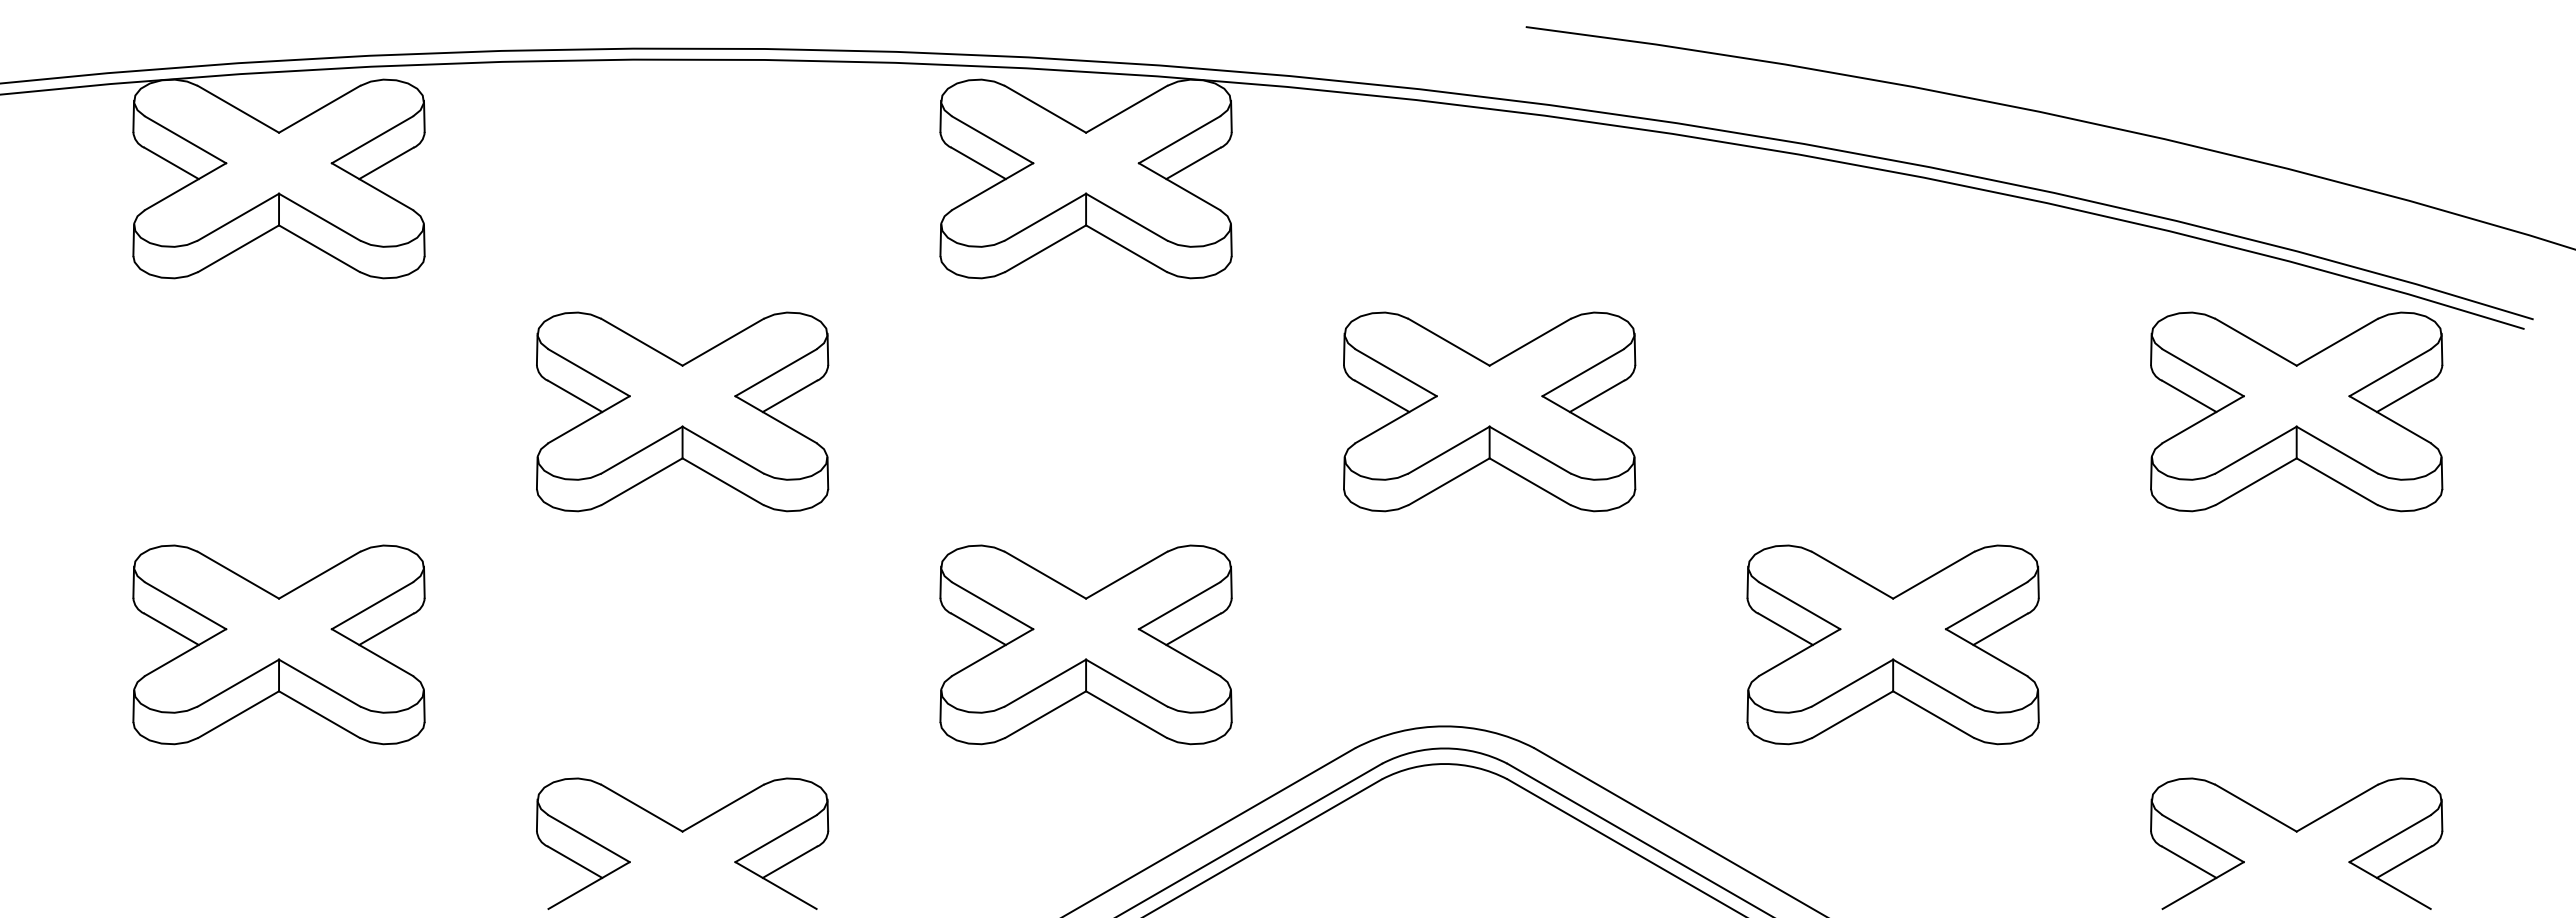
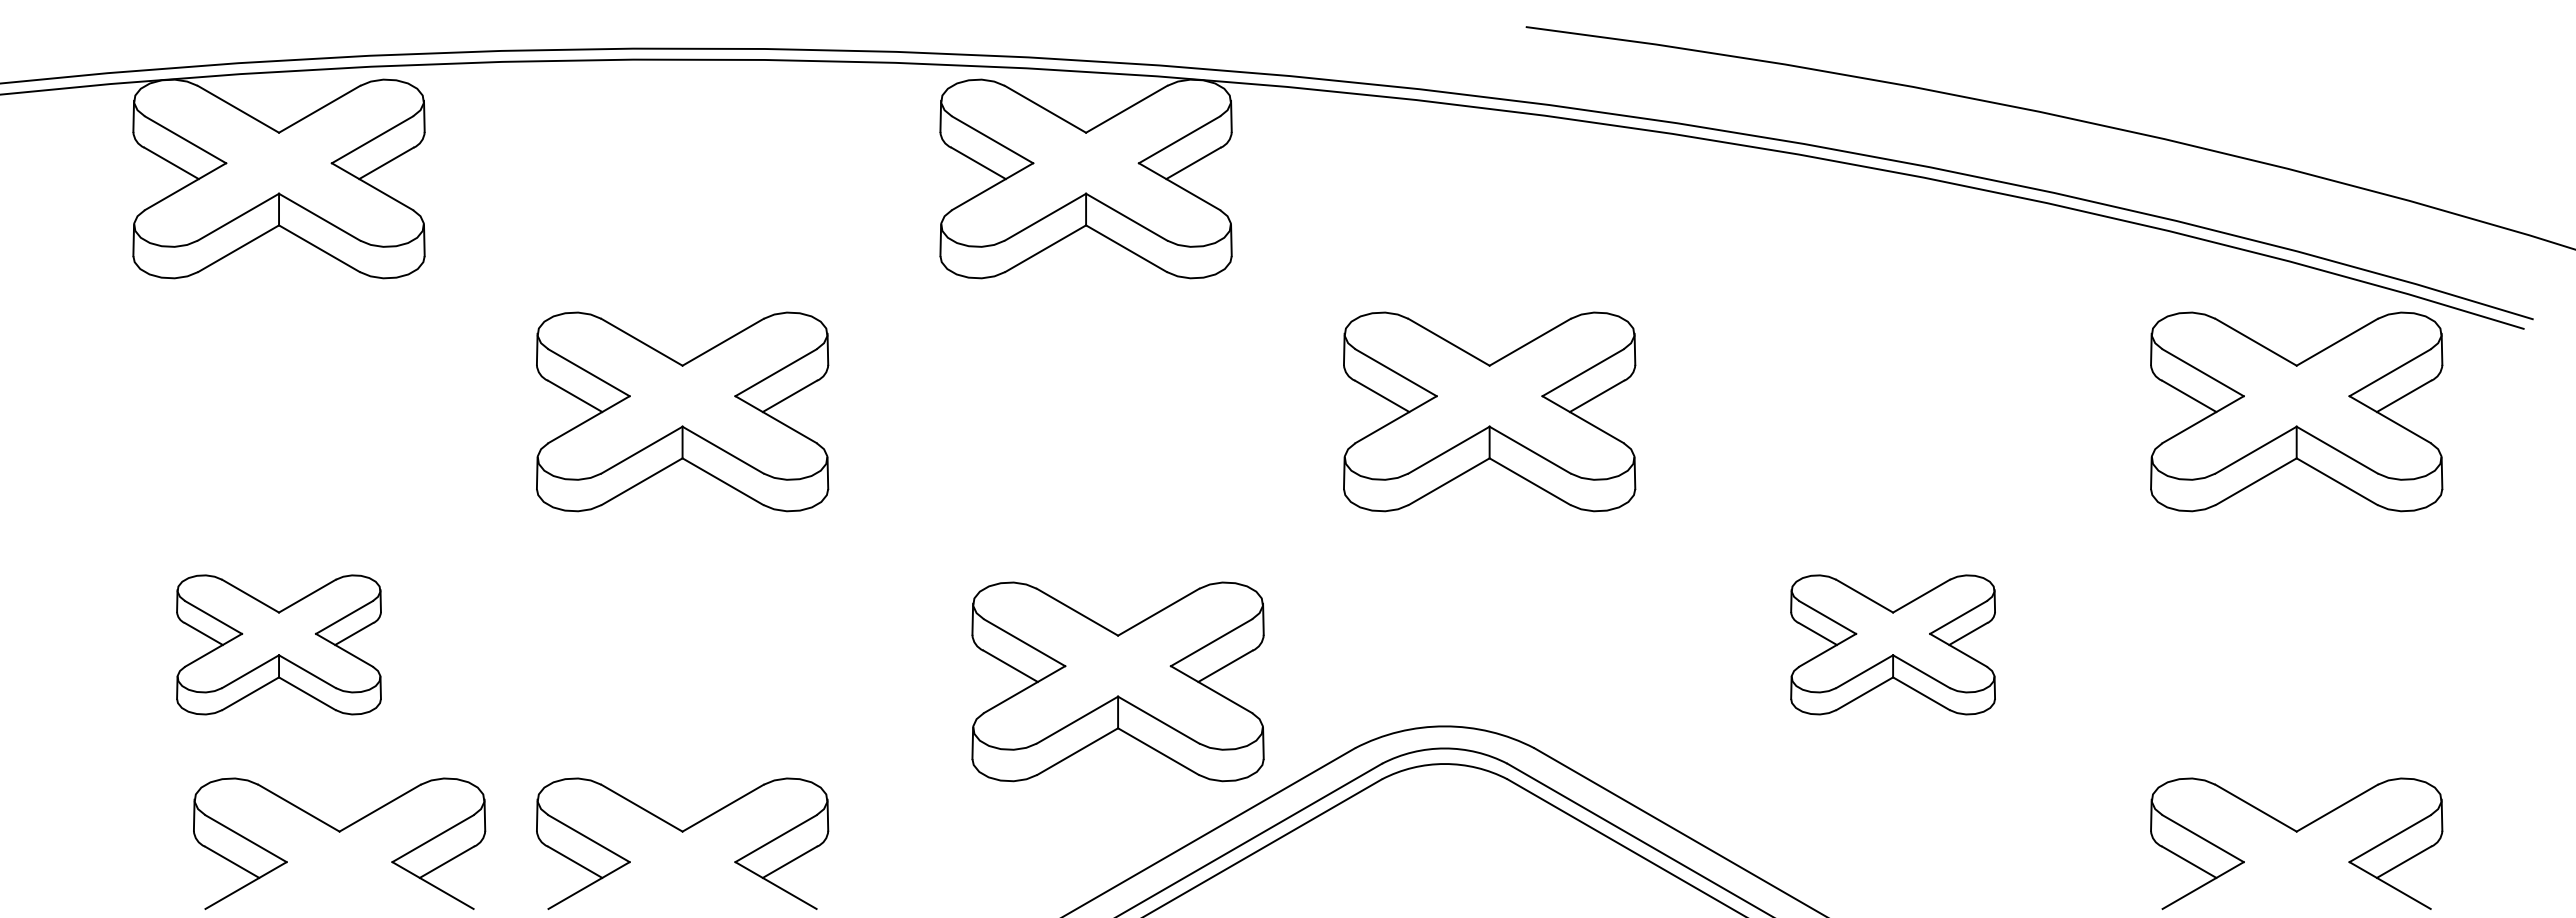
part at (278, 644) size: 294x202 px -> 206x142 px
part at (1085, 644) position: (1085, 644) -> (1117, 681)
part at (1892, 644) size: 294x202 px -> 206x142 px
part at (339, 832): none -> present
